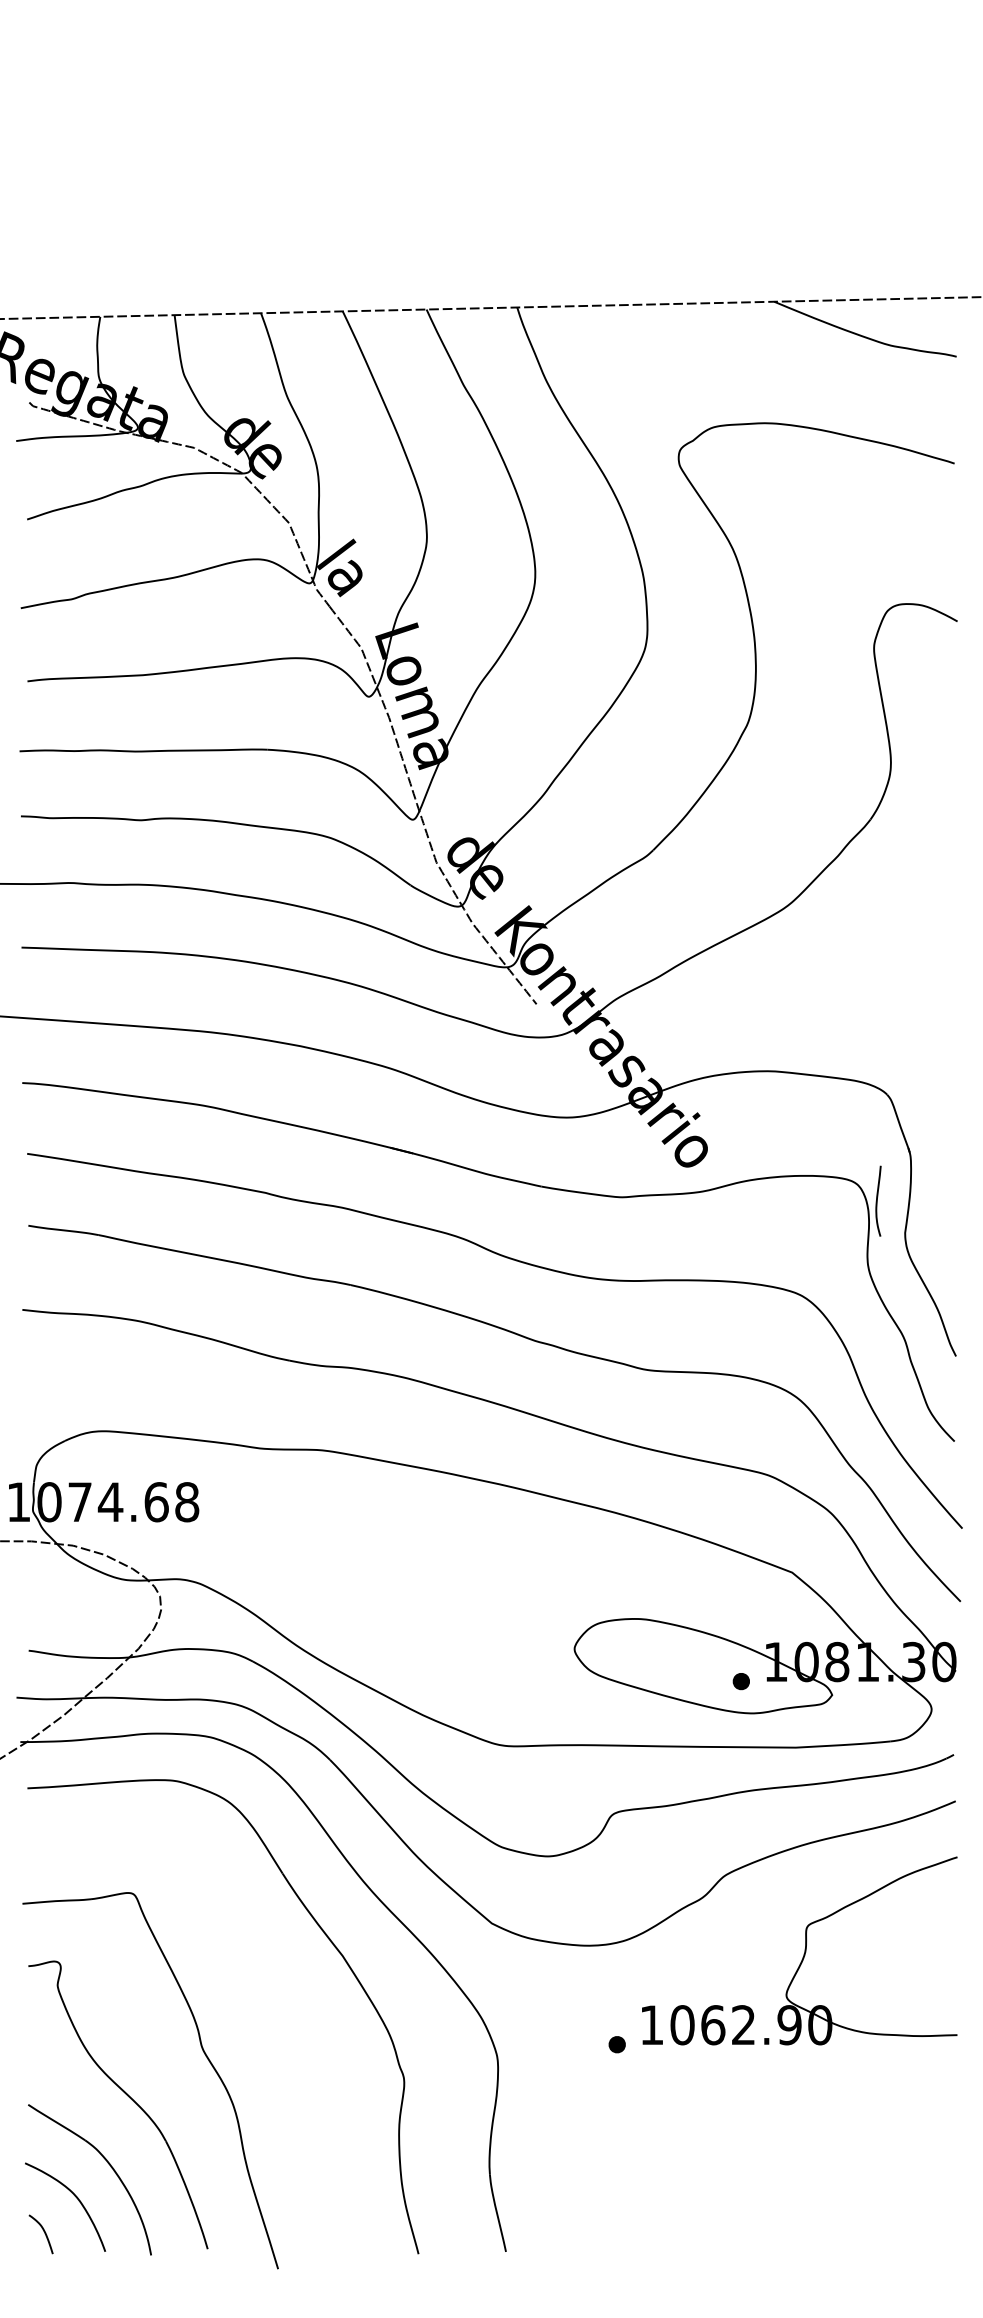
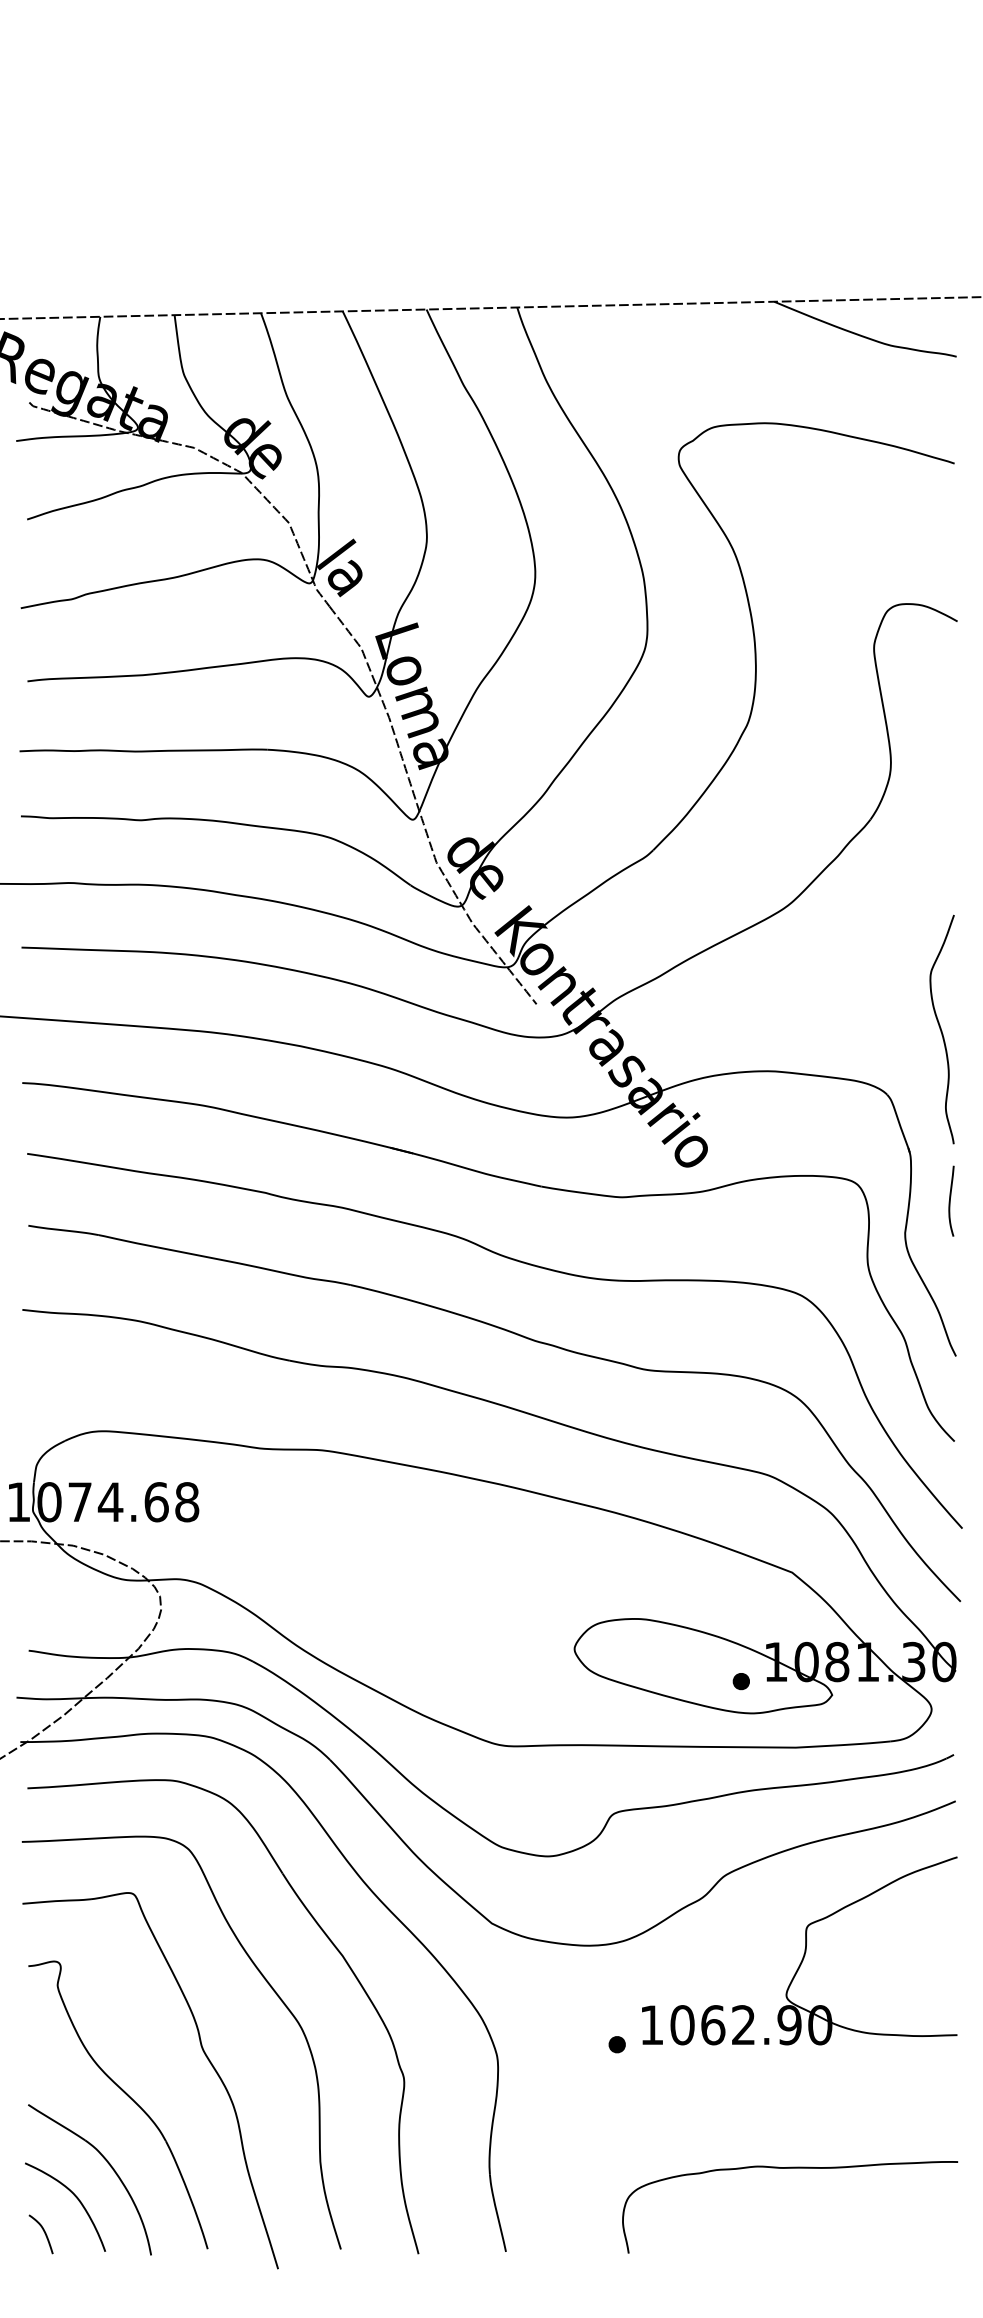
curve at (941, 1029): none -> present
curve at (877, 1200) position: (877, 1200) -> (950, 1200)
curve at (263, 1978): none -> present
curve at (790, 2168): none -> present
